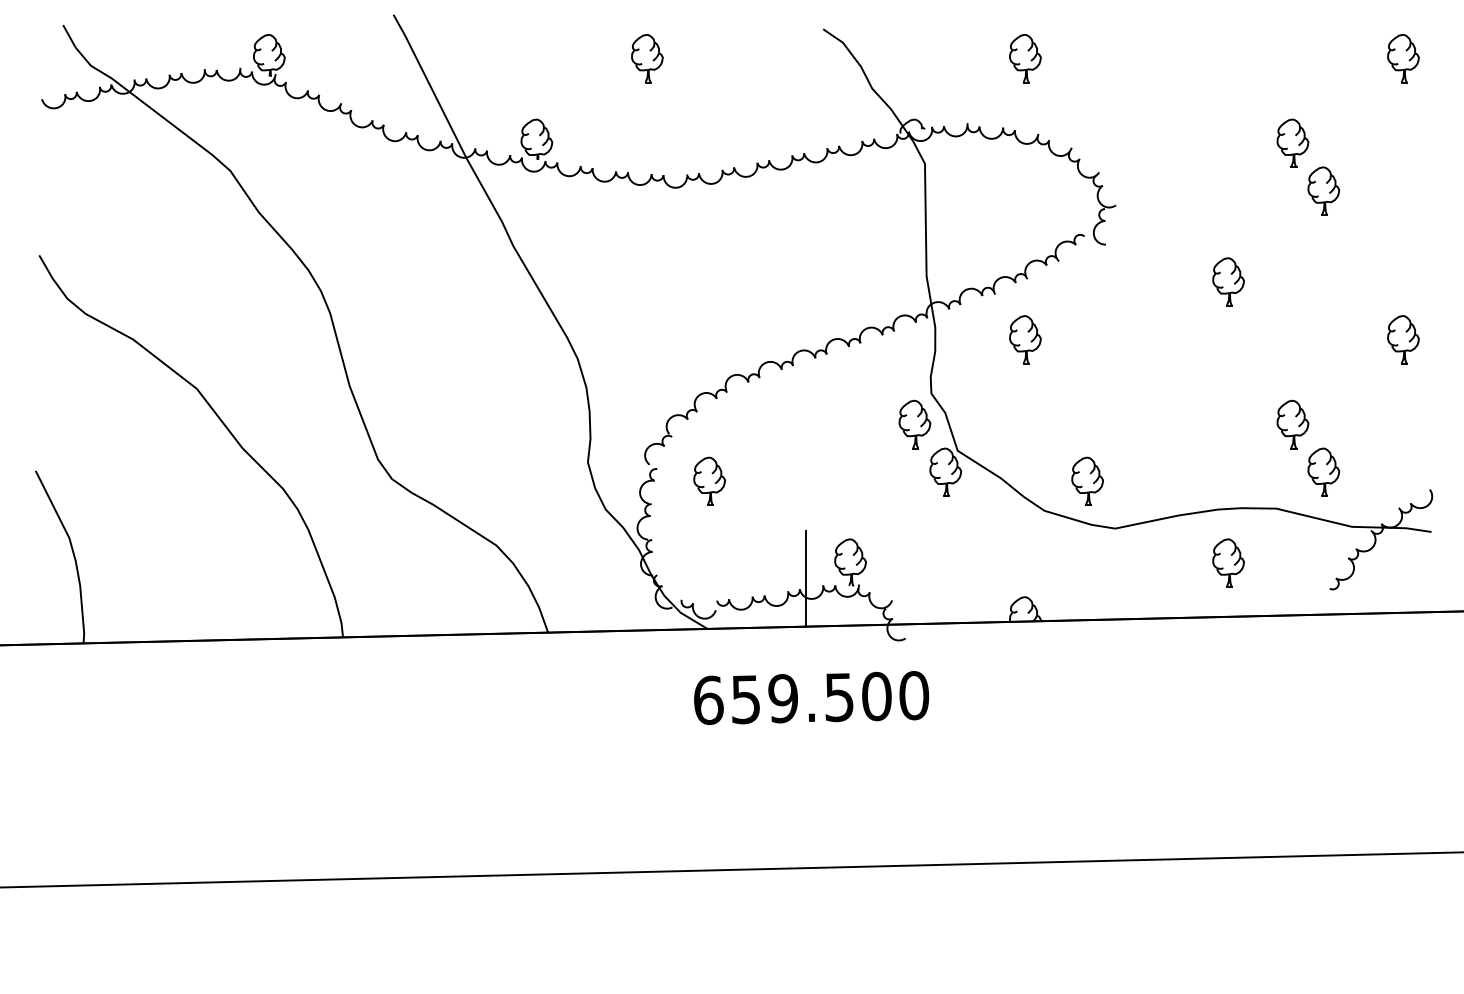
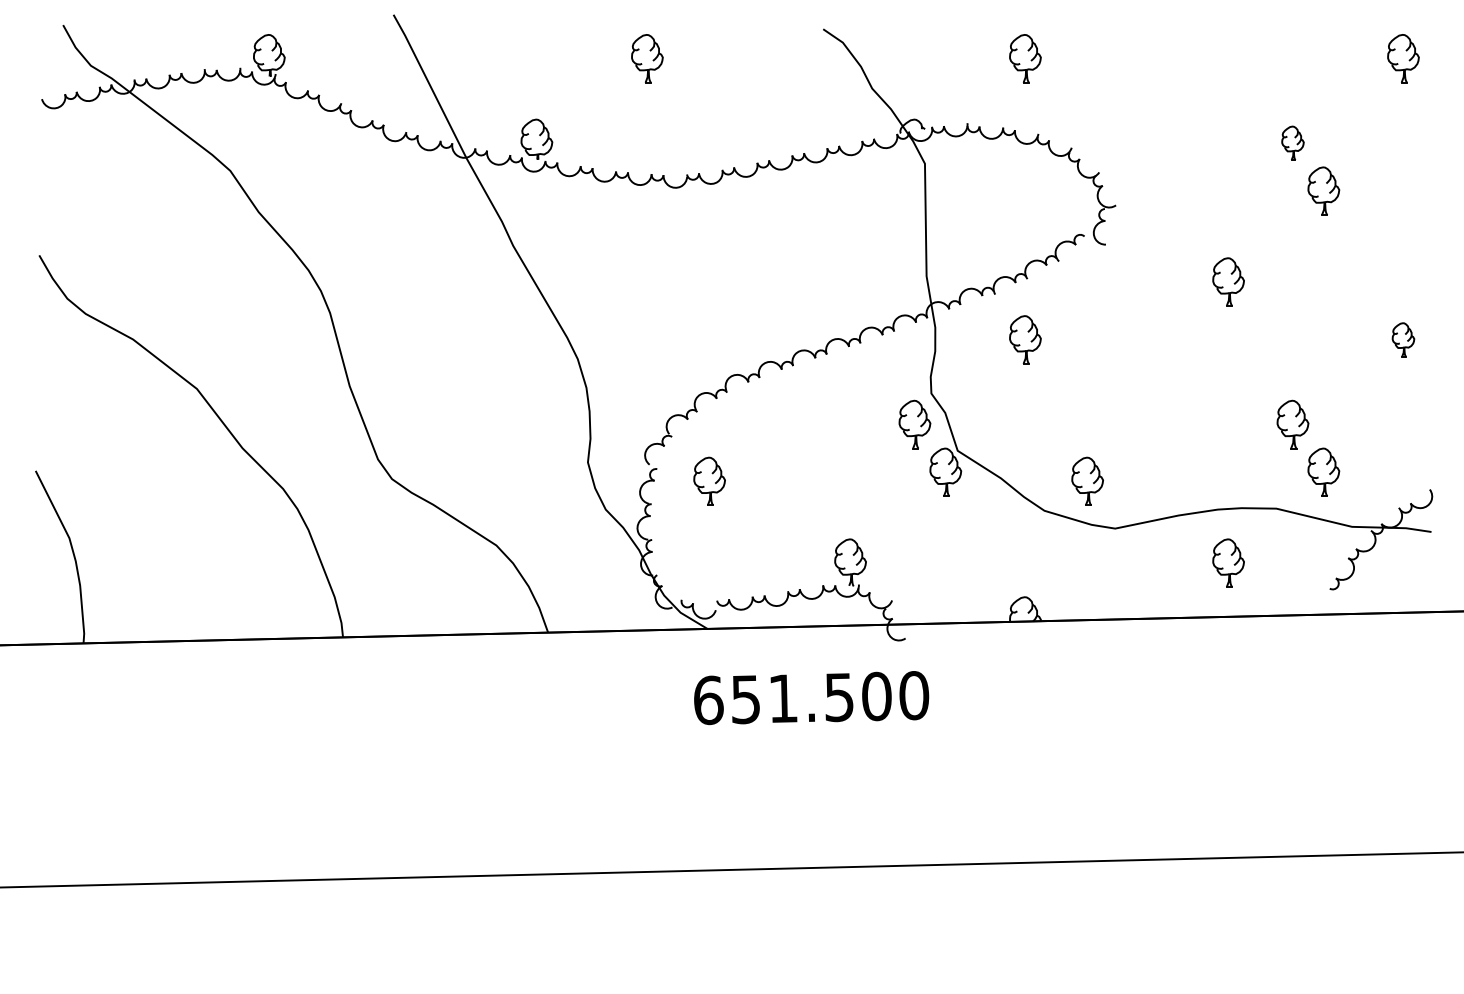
part at (1292, 142) size: 34x50 px -> 24x36 px
part at (1403, 339) size: 33x50 px -> 25x36 px
line at (805, 578): present -> none
text at (782, 698): 659.500 -> 651.500
